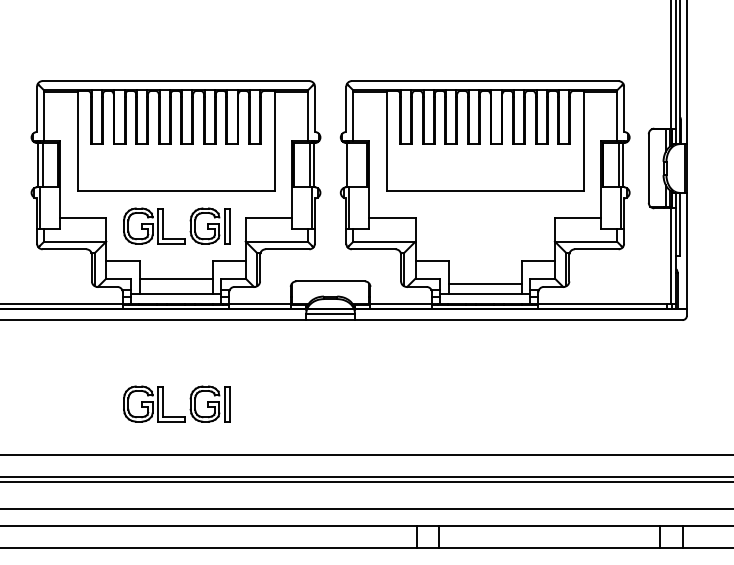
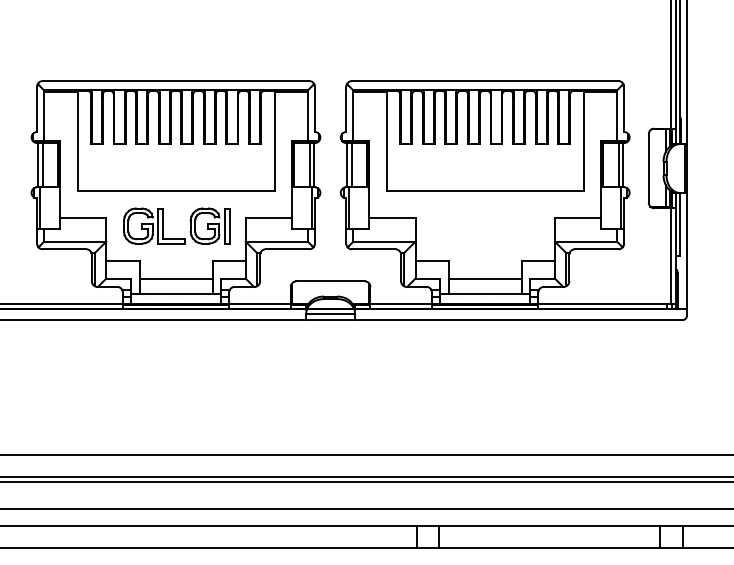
line at (351, 165): none -> present
line at (484, 283) position: (484, 283) -> (484, 278)
part at (163, 403): present -> none
